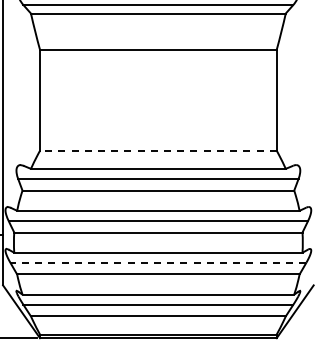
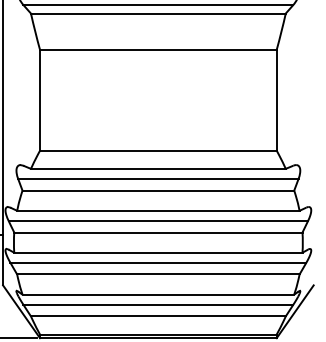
line at (157, 150): dashed -> solid
line at (158, 262): dashed -> solid
